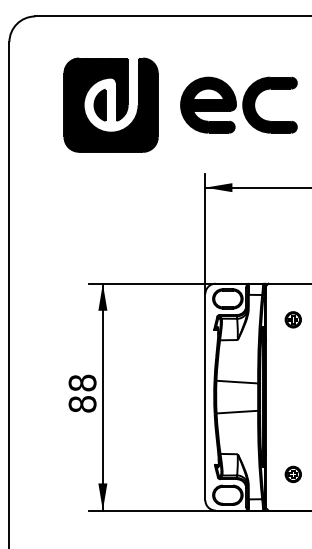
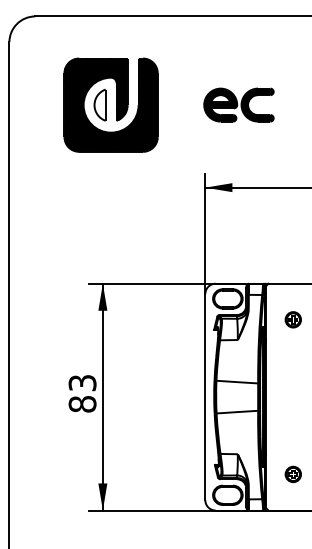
fill at (99, 104): present -> none
part at (238, 104) size: 118x58 px -> 72x36 px
text at (82, 382): 88 -> 83
